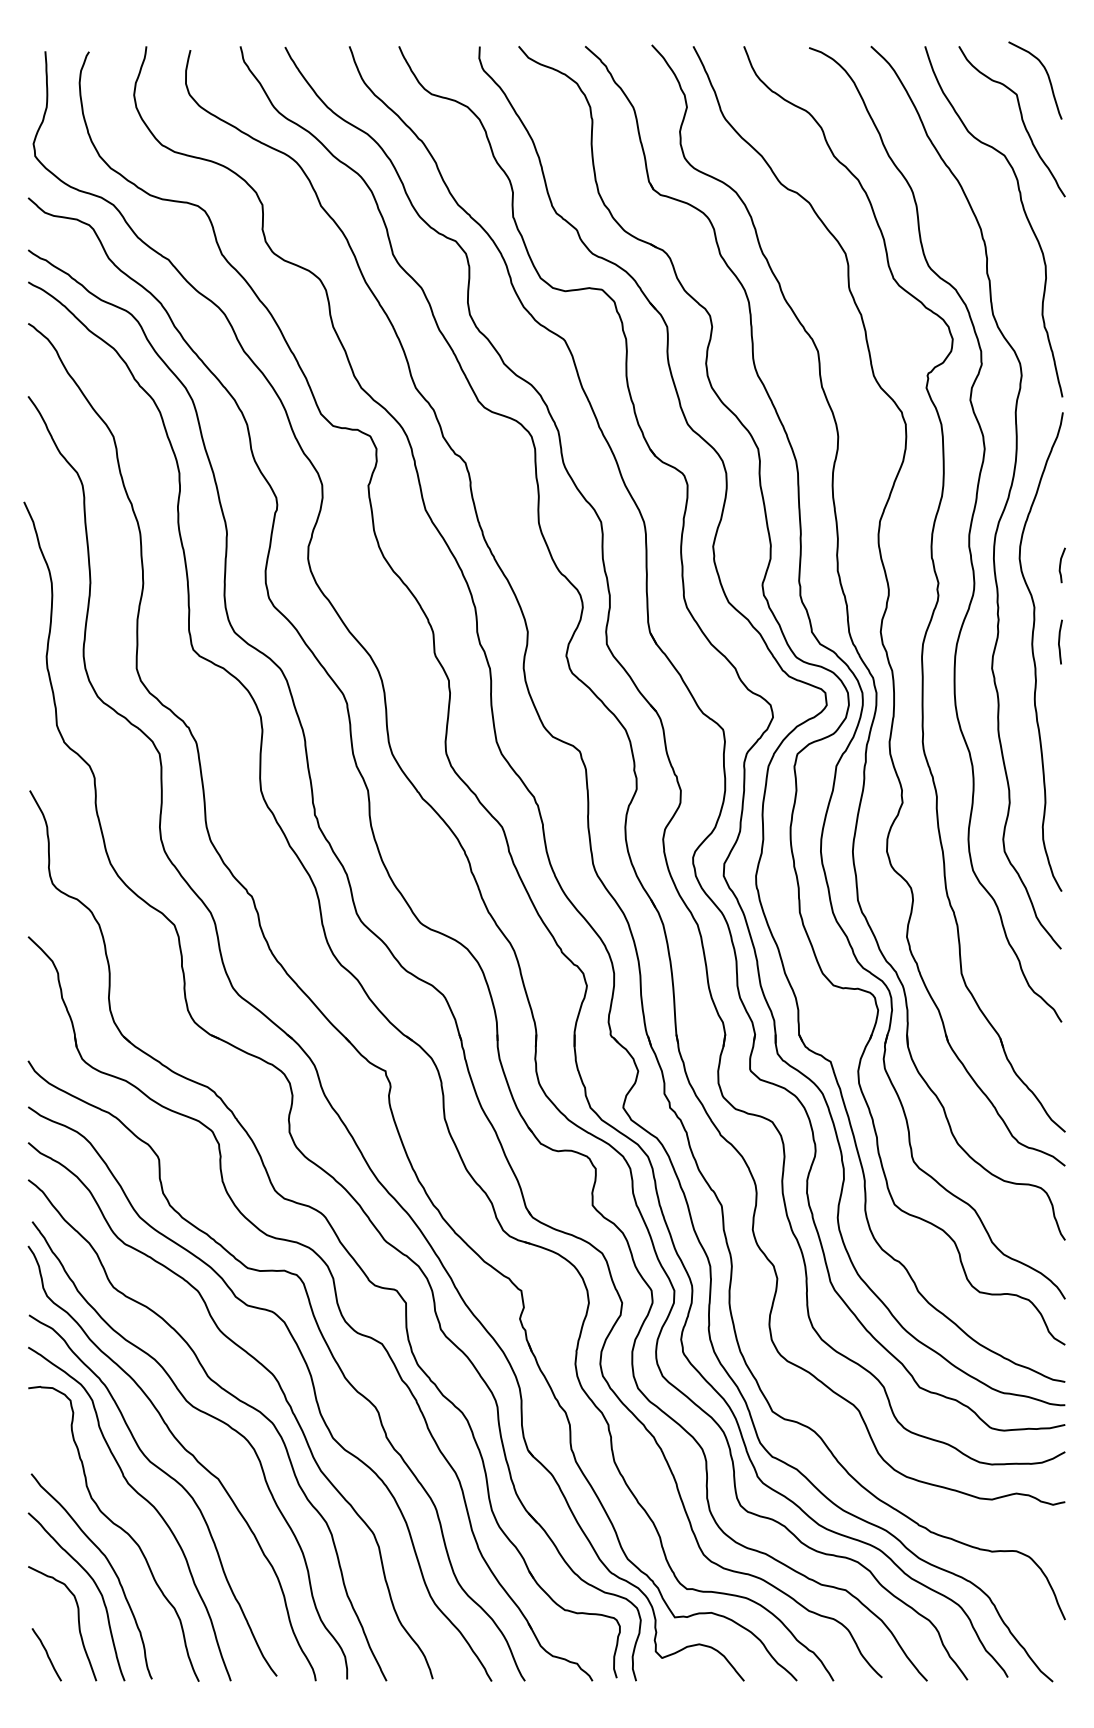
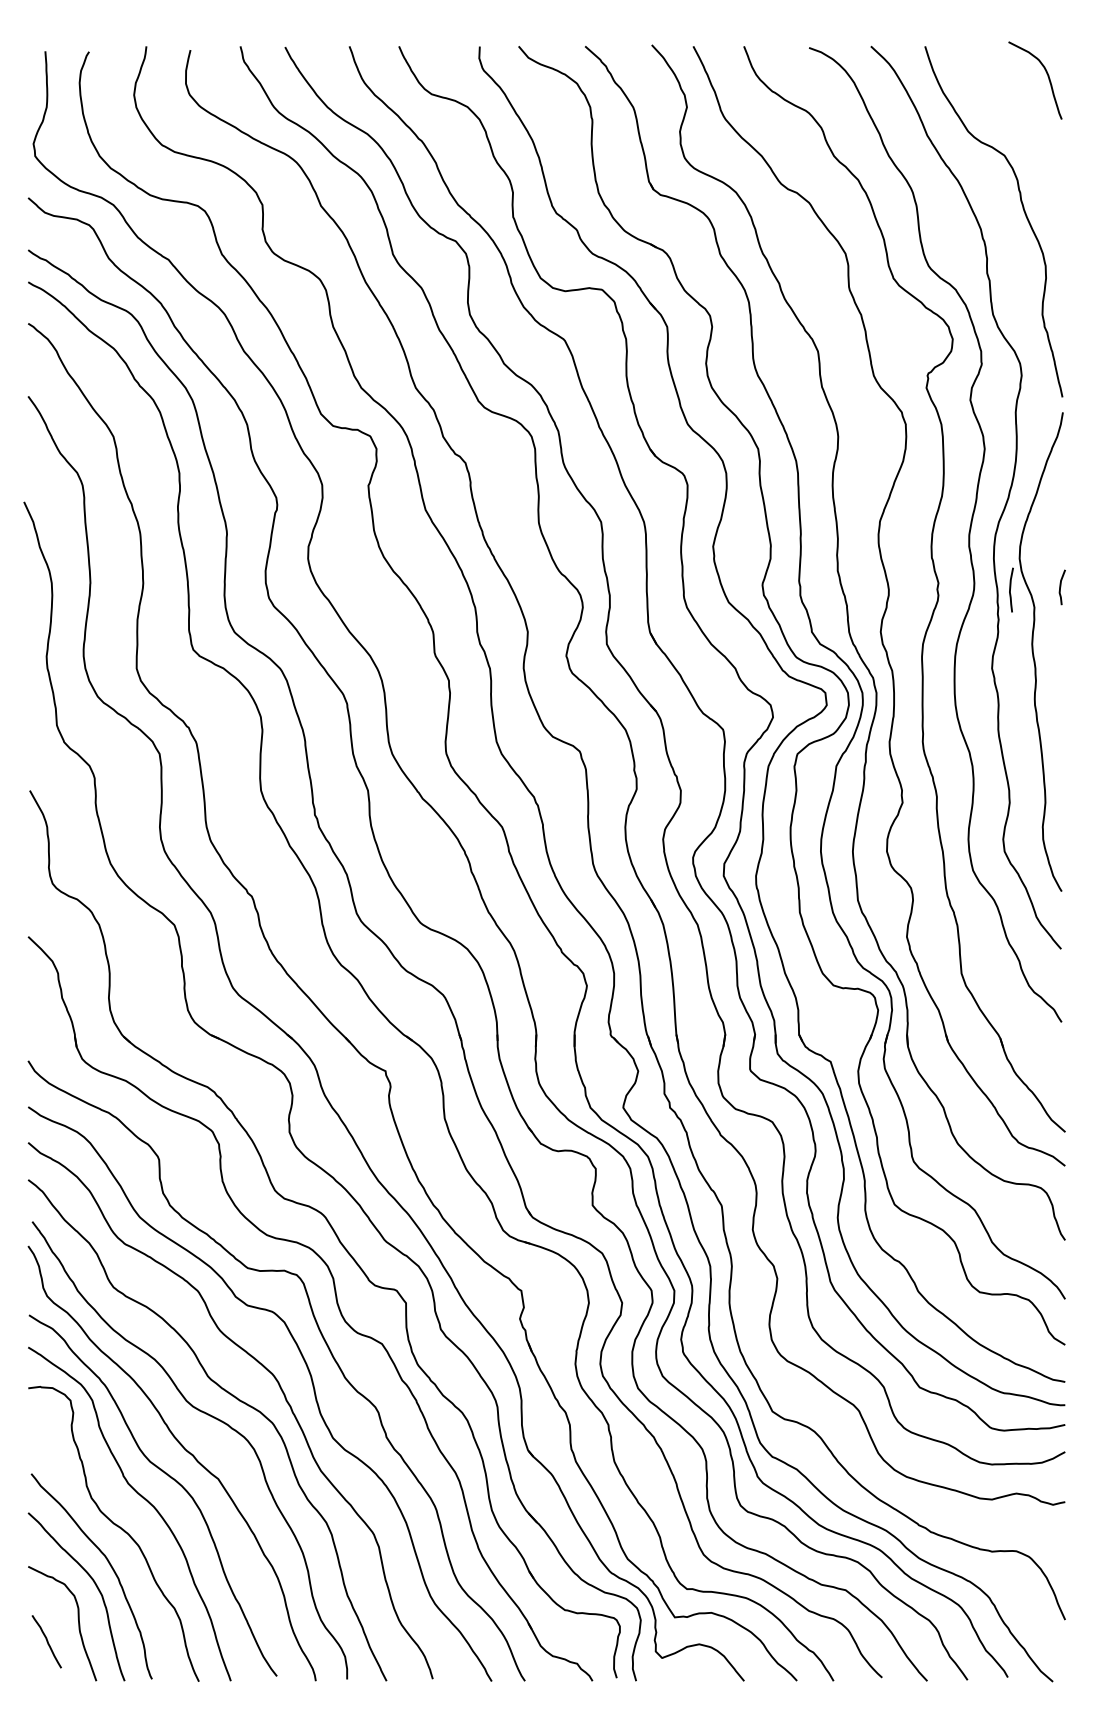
curve at (1021, 120): present -> none
curve at (1061, 564) position: (1061, 564) -> (1061, 586)
curve at (1060, 640) position: (1060, 640) -> (1011, 588)
curve at (46, 1654) position: (46, 1654) -> (46, 1641)
